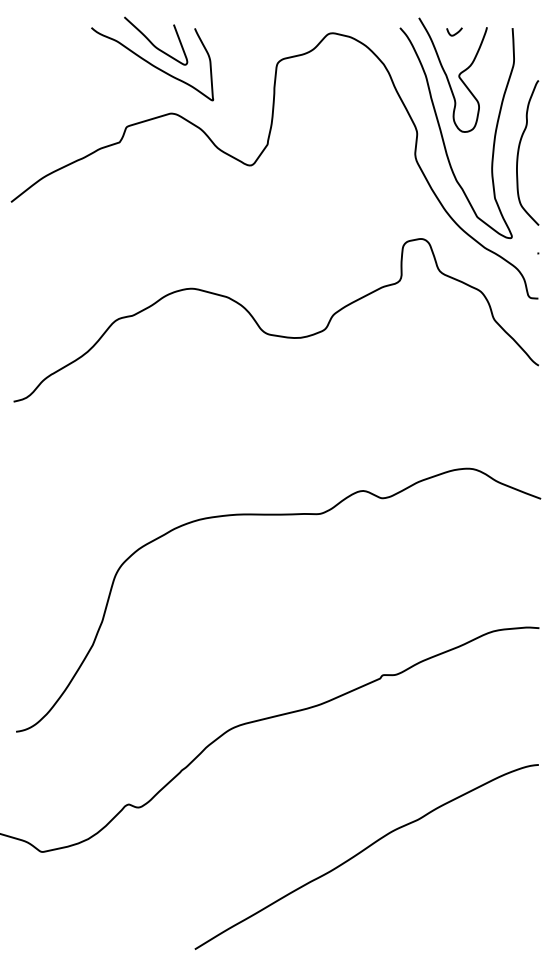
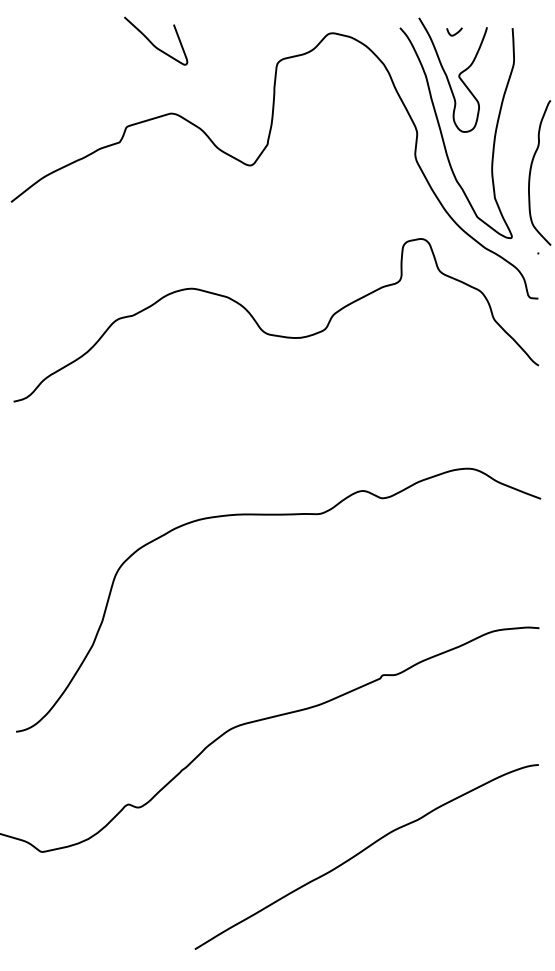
curve at (152, 64): present -> none
curve at (519, 151) position: (519, 151) -> (531, 171)
